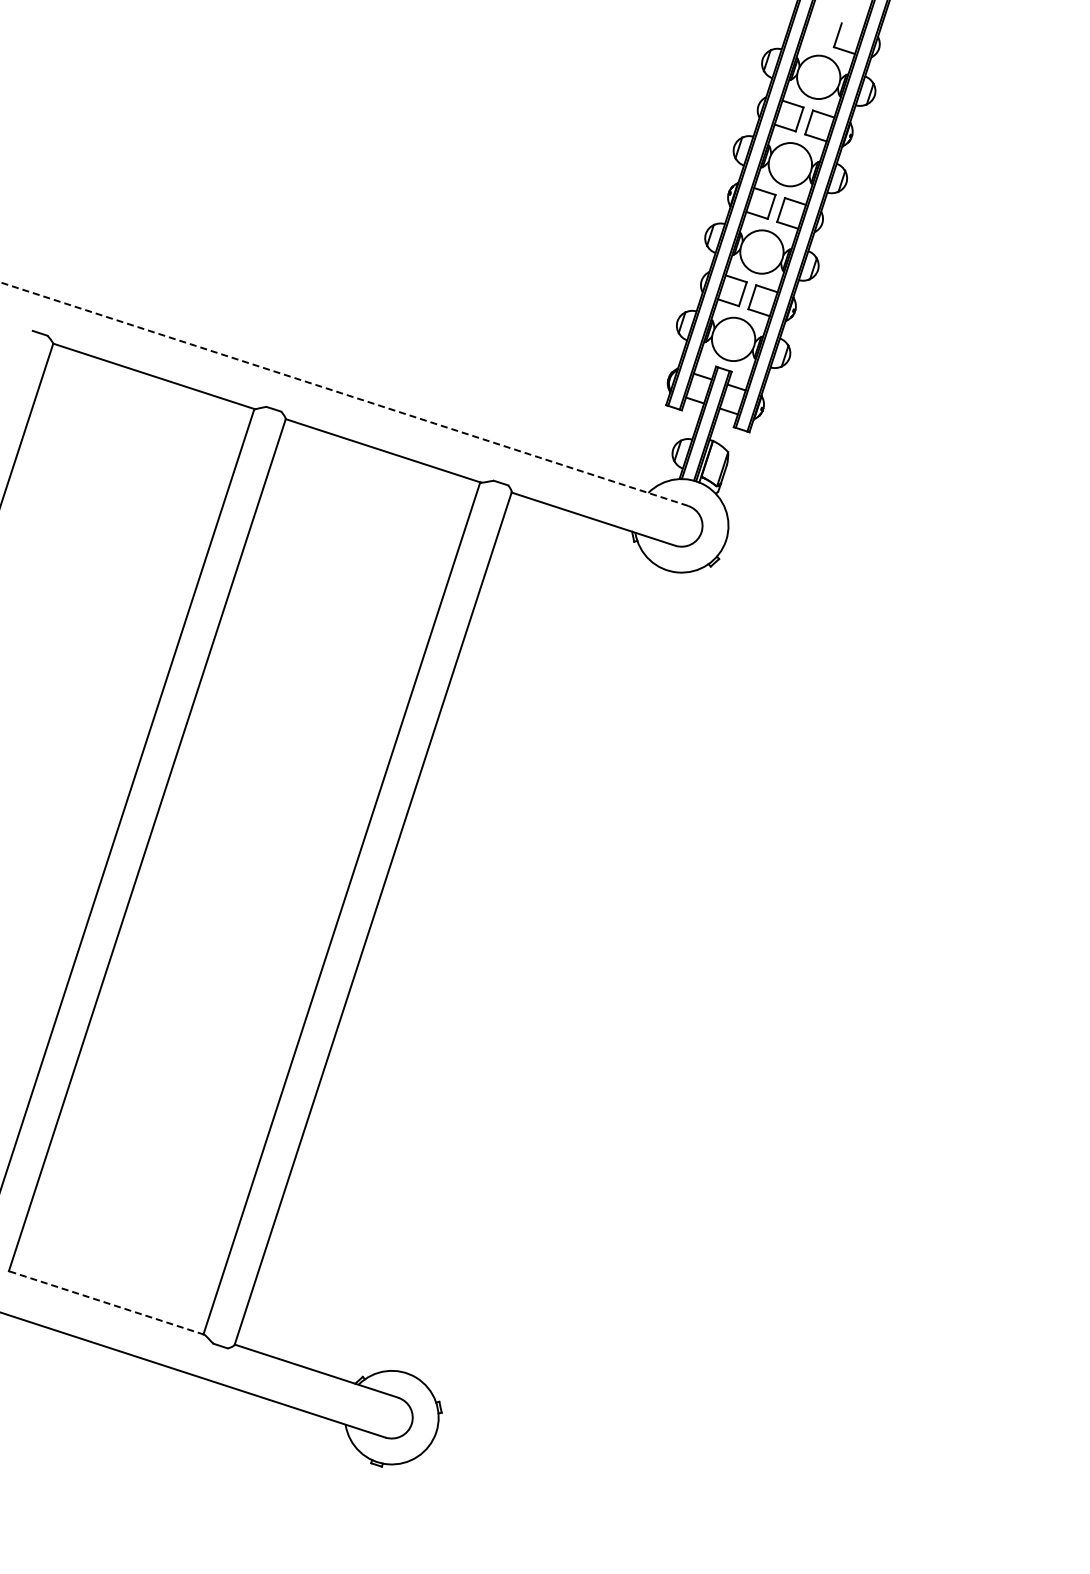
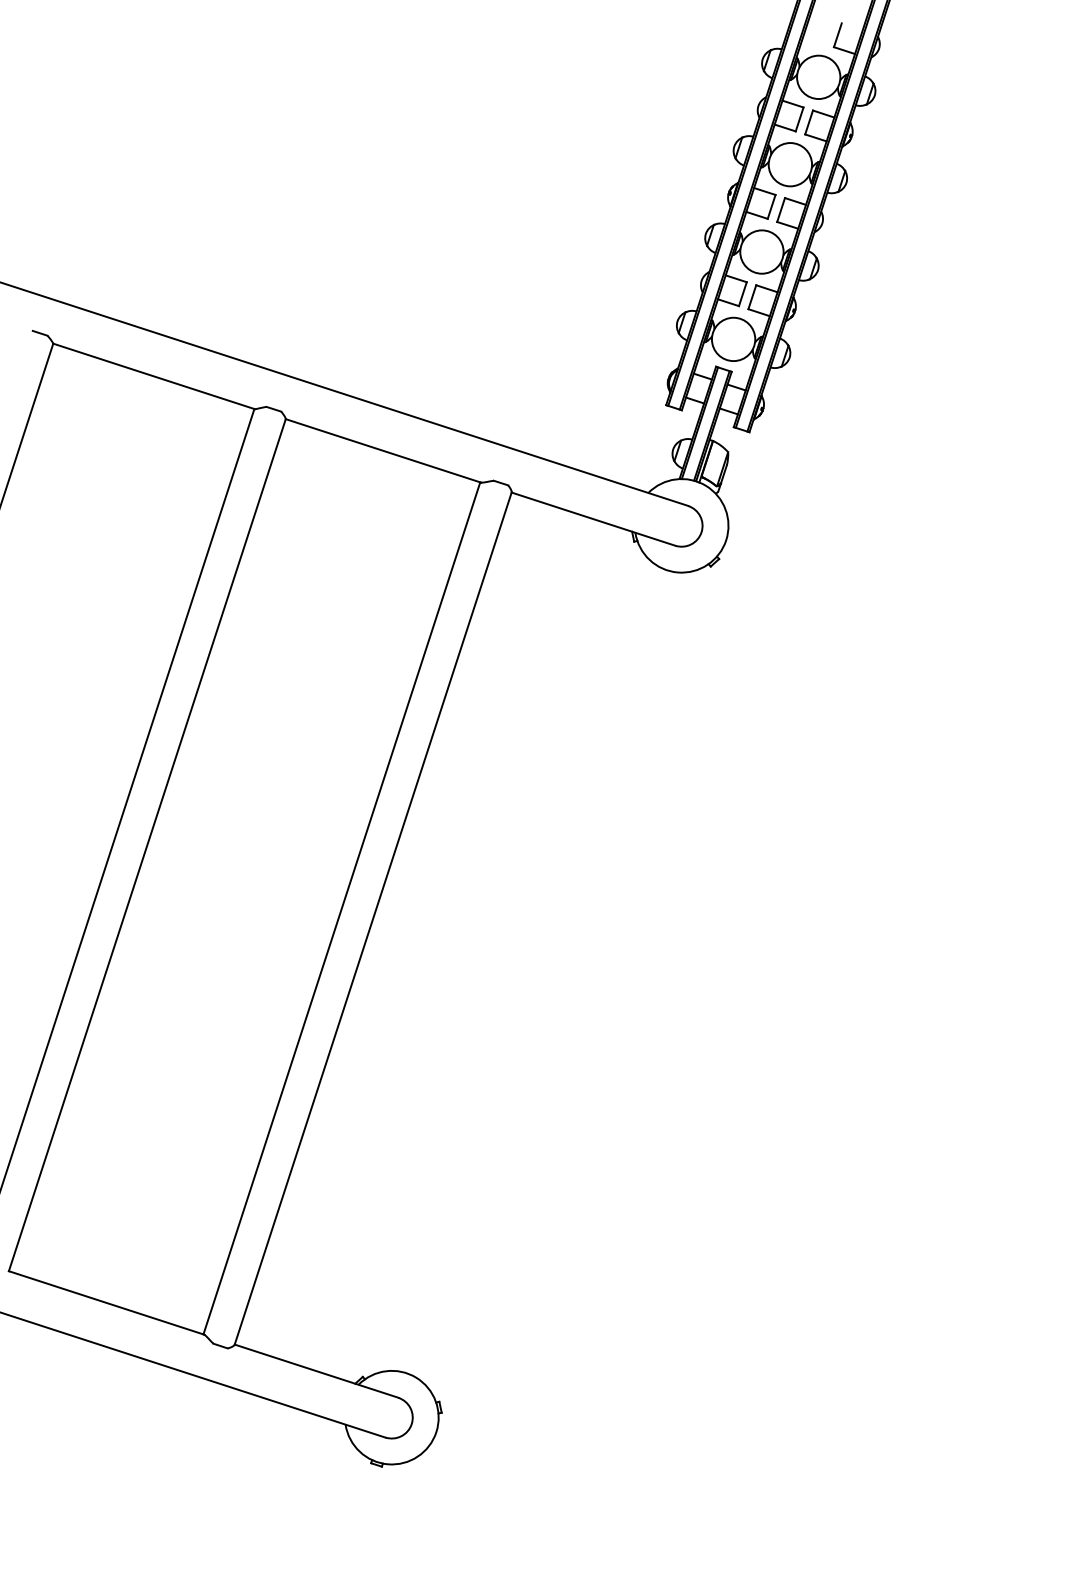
line at (343, 394): dashed -> solid
line at (106, 1302): dashed -> solid
